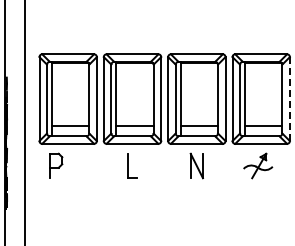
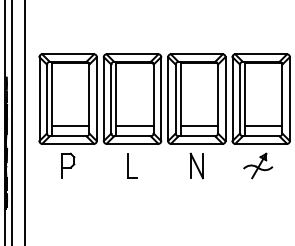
line at (289, 99): dashed -> solid
line at (11, 122): none -> present
part at (56, 165) position: (56, 165) -> (68, 165)
